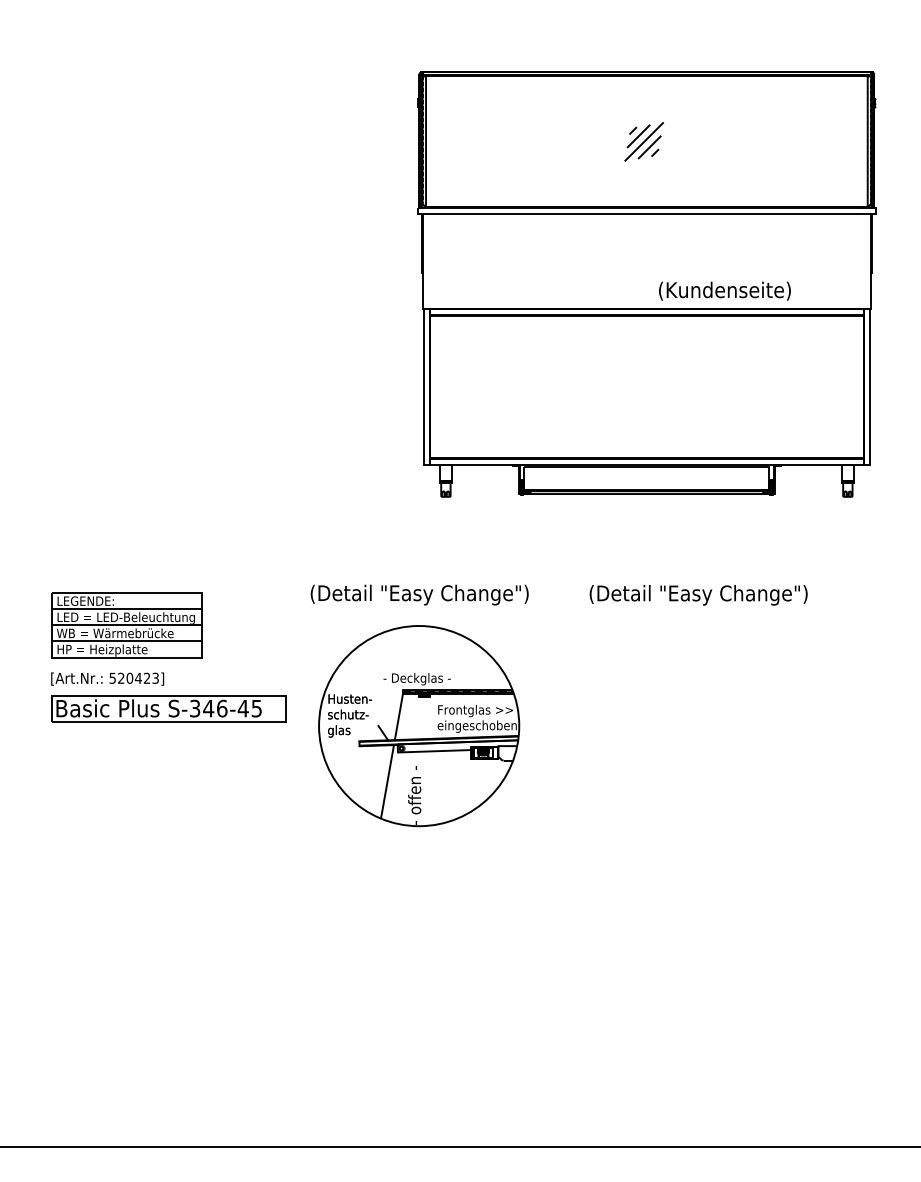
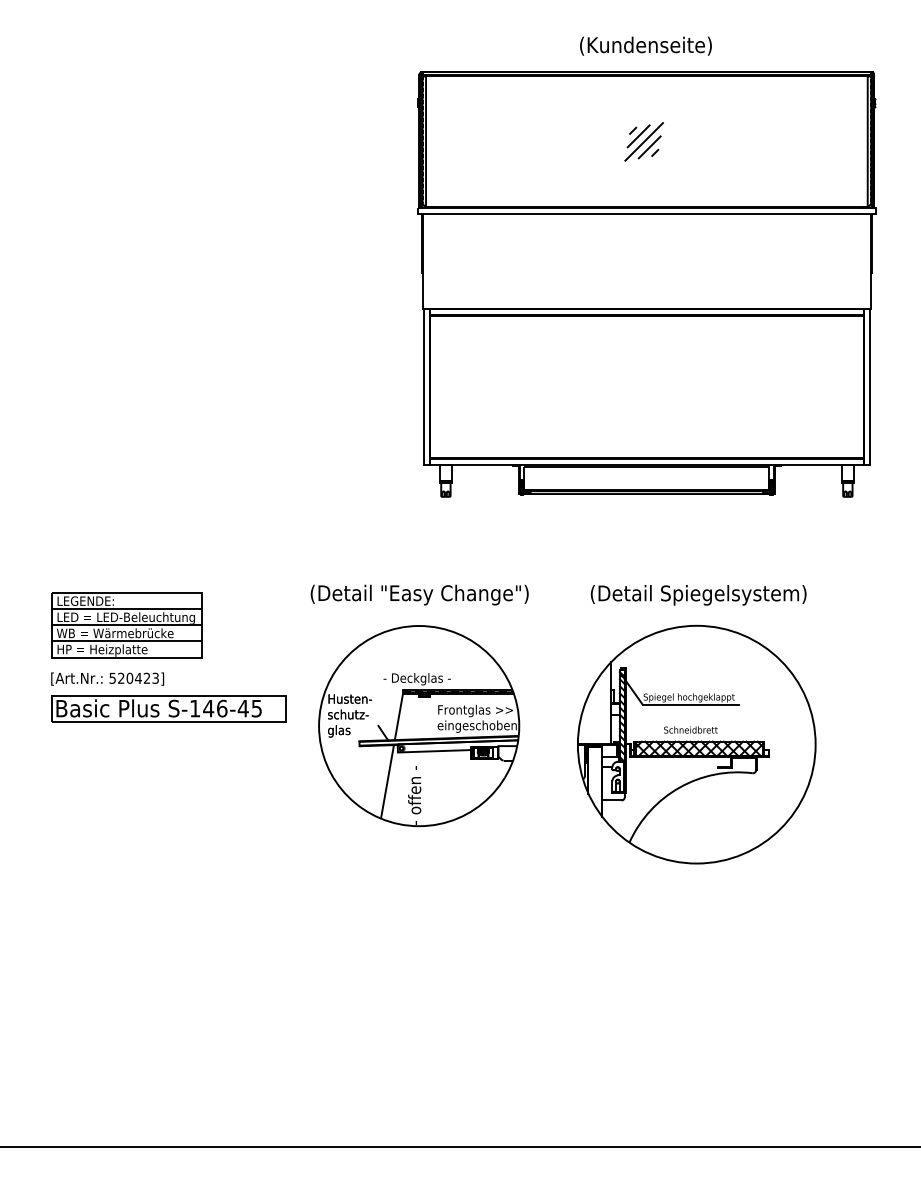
text at (724, 290) position: (724, 290) -> (645, 45)
text at (698, 595): (Detail "Easy Change") -> (Detail Spiegelsystem)
text at (195, 708): S-346-45 -> S-146-45
part at (696, 744): none -> present
